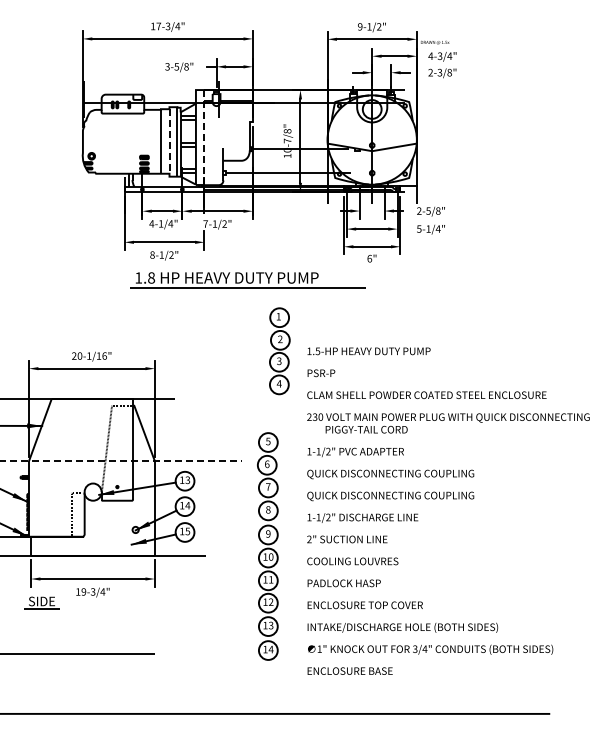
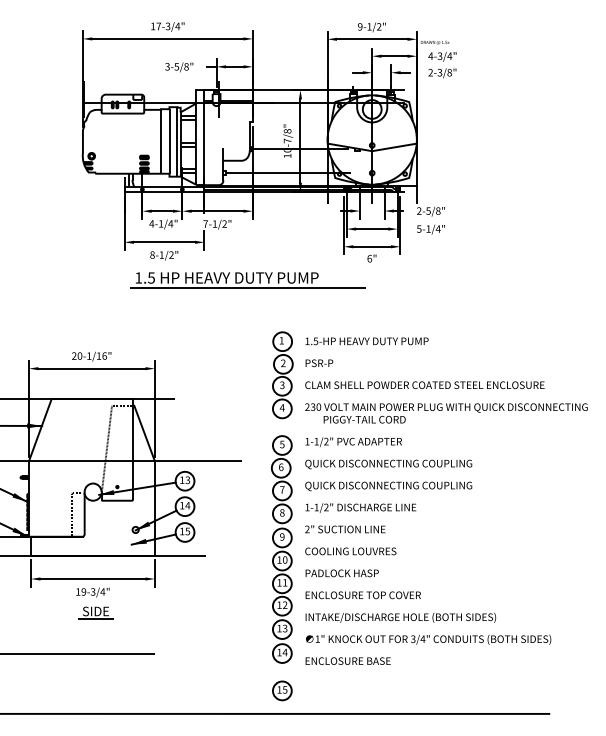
line at (204, 137): dashed -> solid
line at (169, 141): dashed -> solid
text at (151, 277): 1.8 -> 1.5
part at (279, 351) position: (279, 351) -> (282, 375)
line at (120, 461): dashed -> solid
text at (448, 510) position: (448, 510) -> (446, 500)
part at (267, 546) position: (267, 546) -> (281, 549)
part at (41, 602) position: (41, 602) -> (95, 612)
part at (282, 690): none -> present
